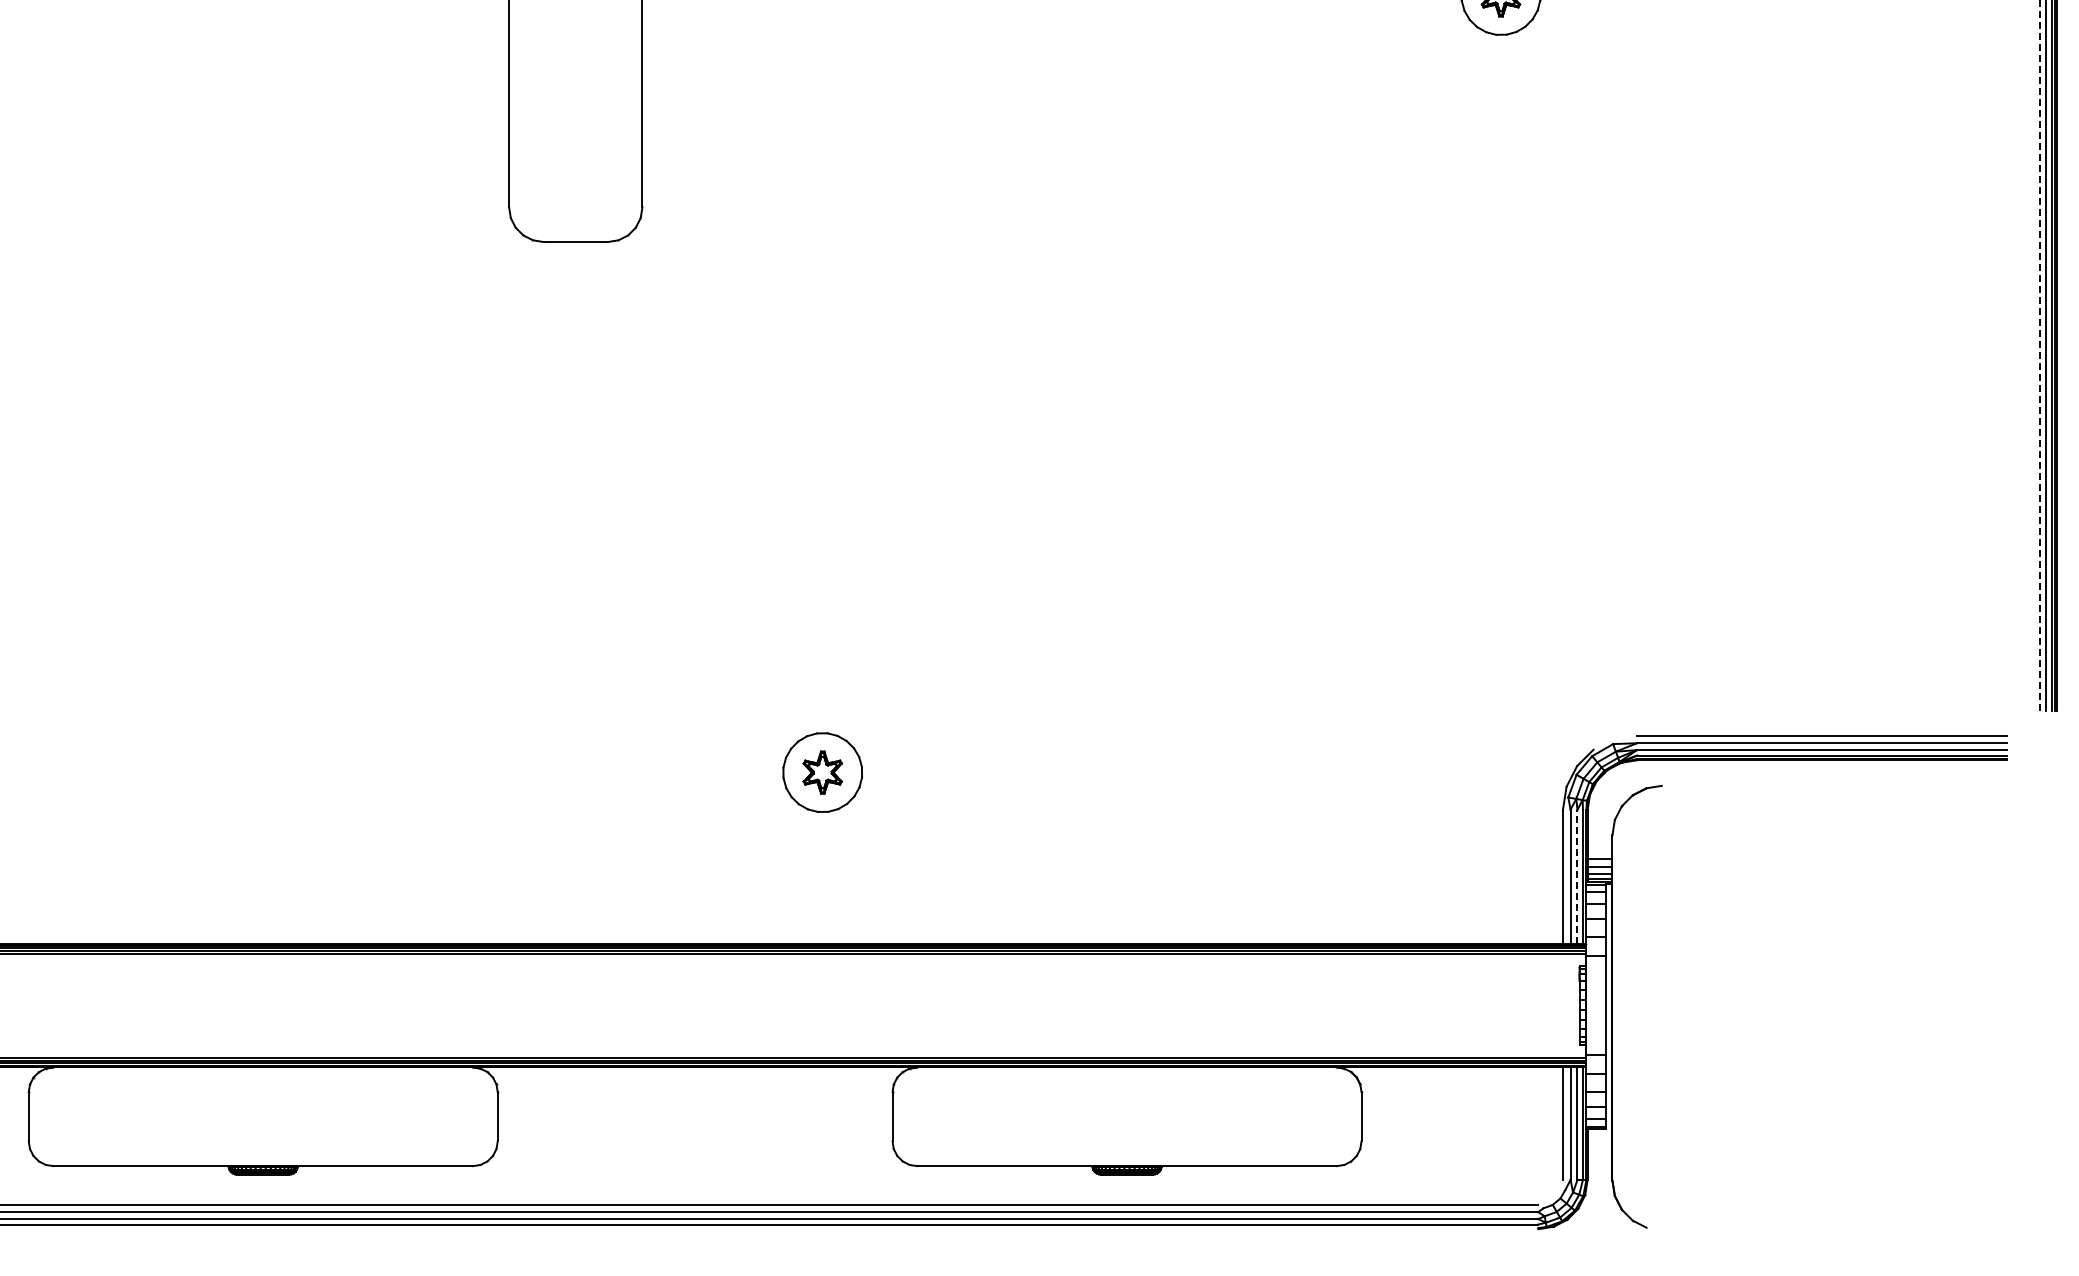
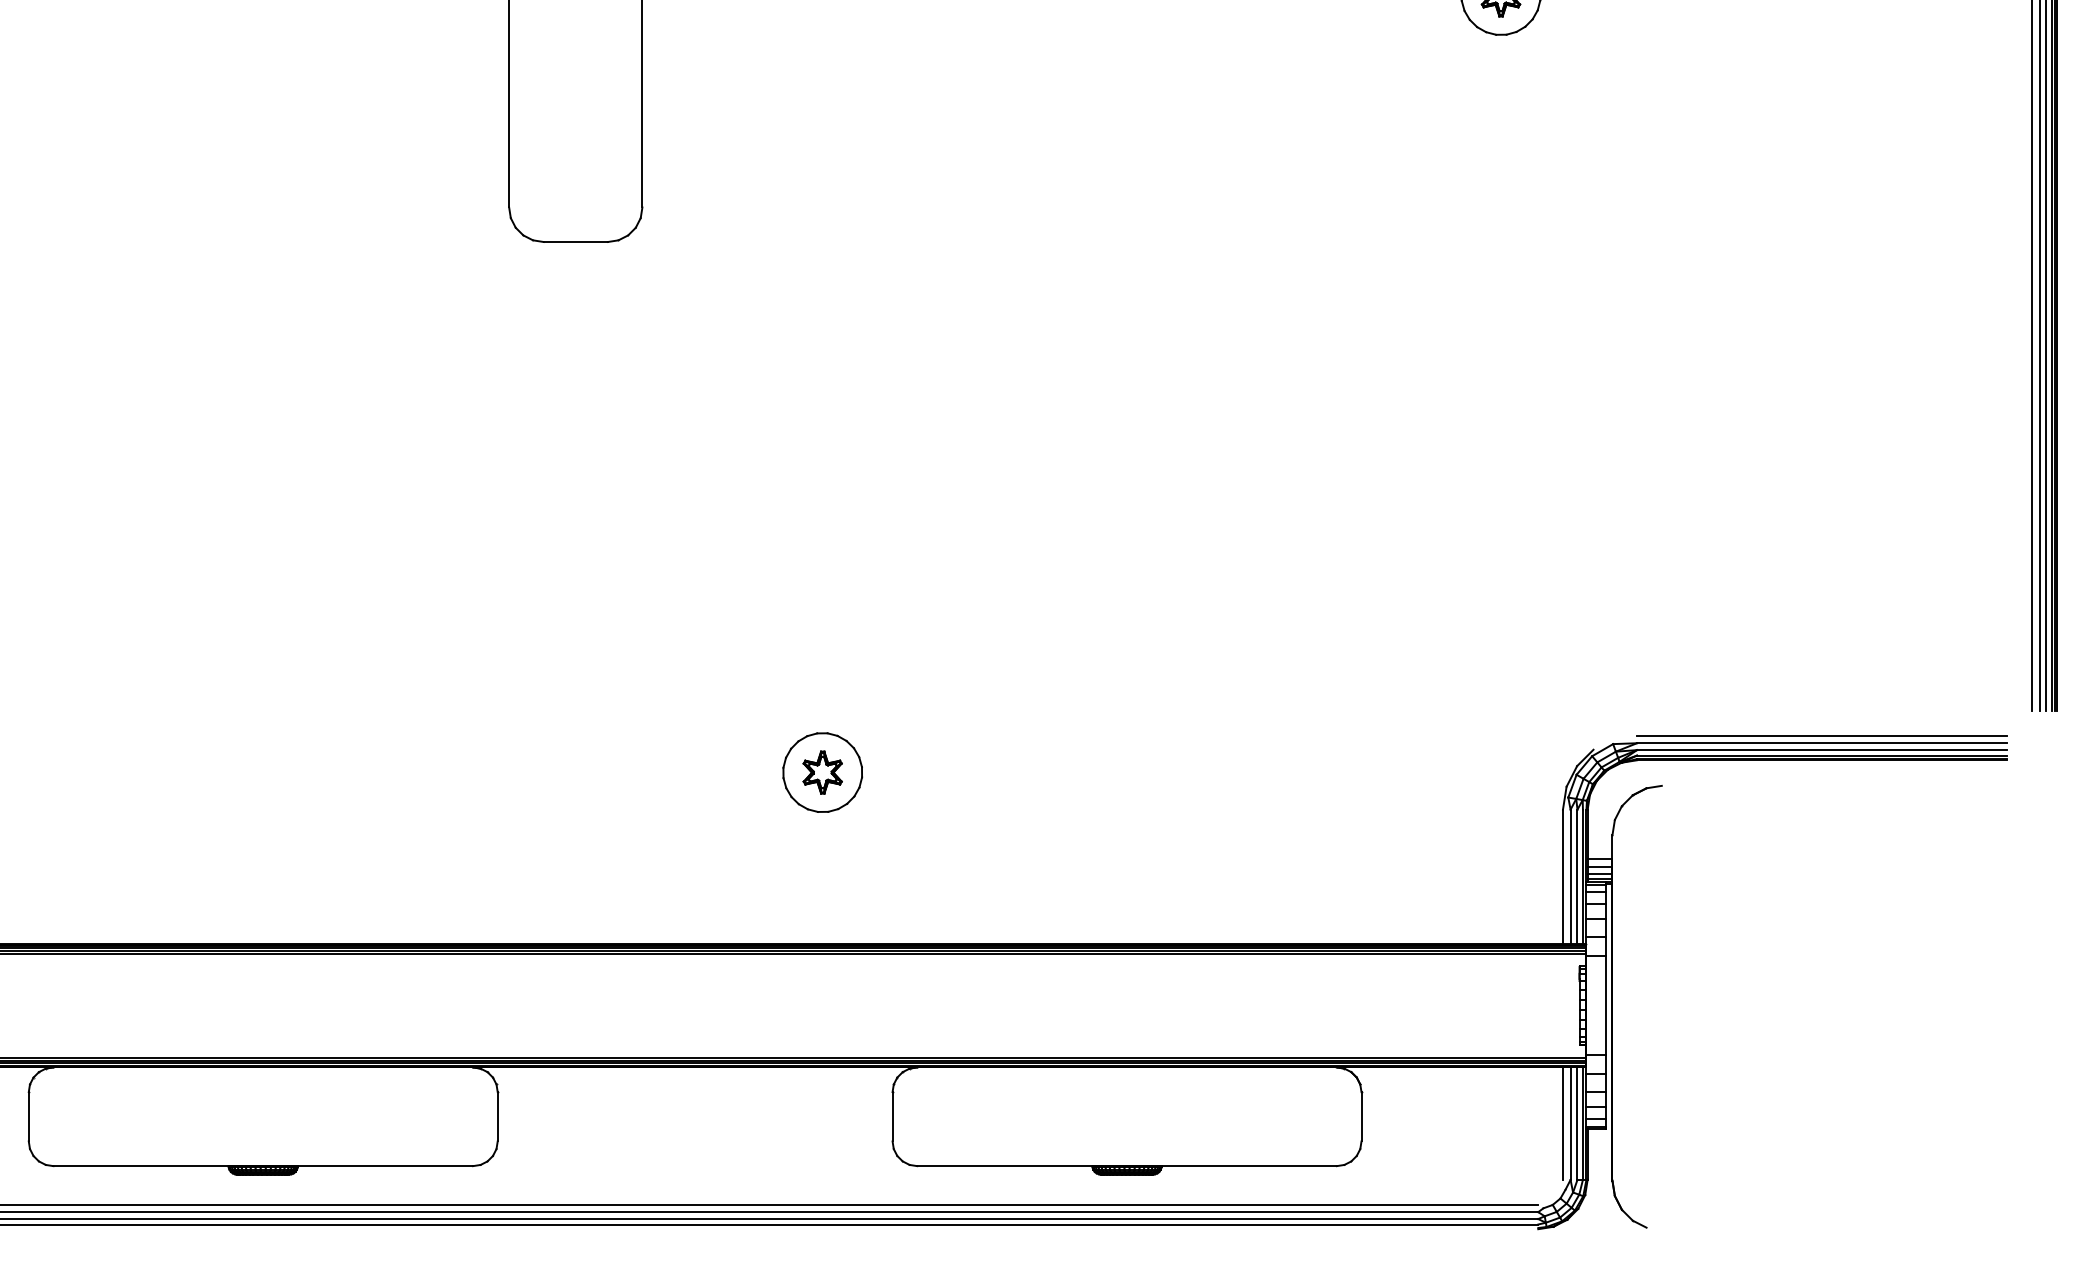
line at (2039, 355): dashed -> solid
line at (2031, 356): none -> present
line at (1577, 876): dashed -> solid
